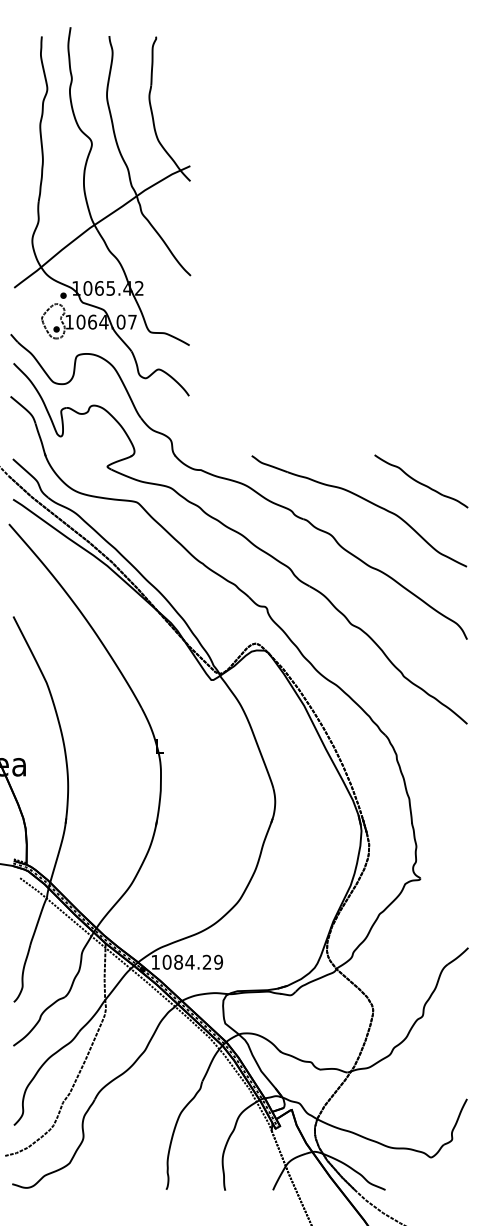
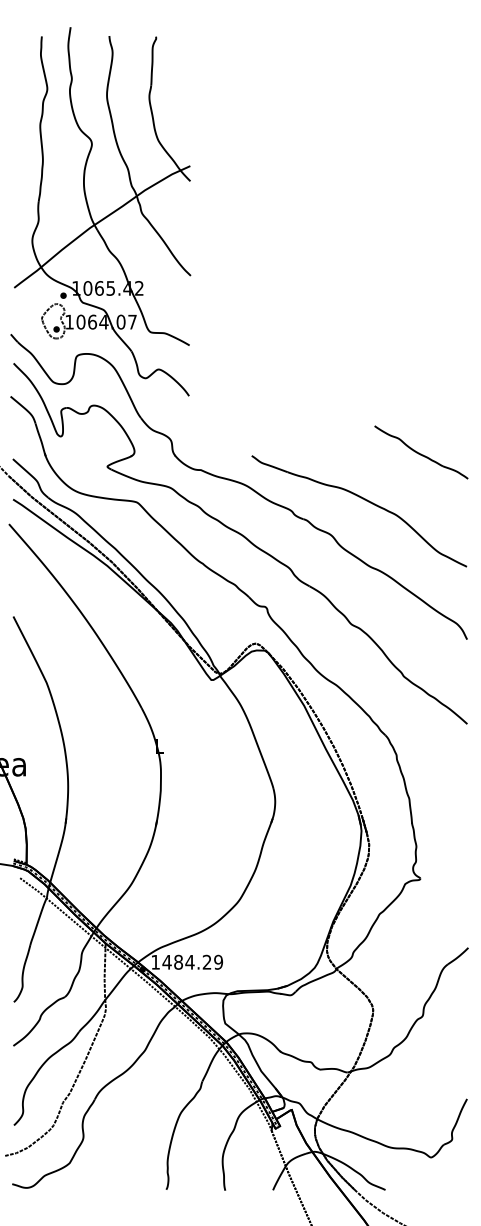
part at (421, 481) position: (421, 481) -> (421, 452)
text at (166, 961): 1084.29 -> 1484.29
